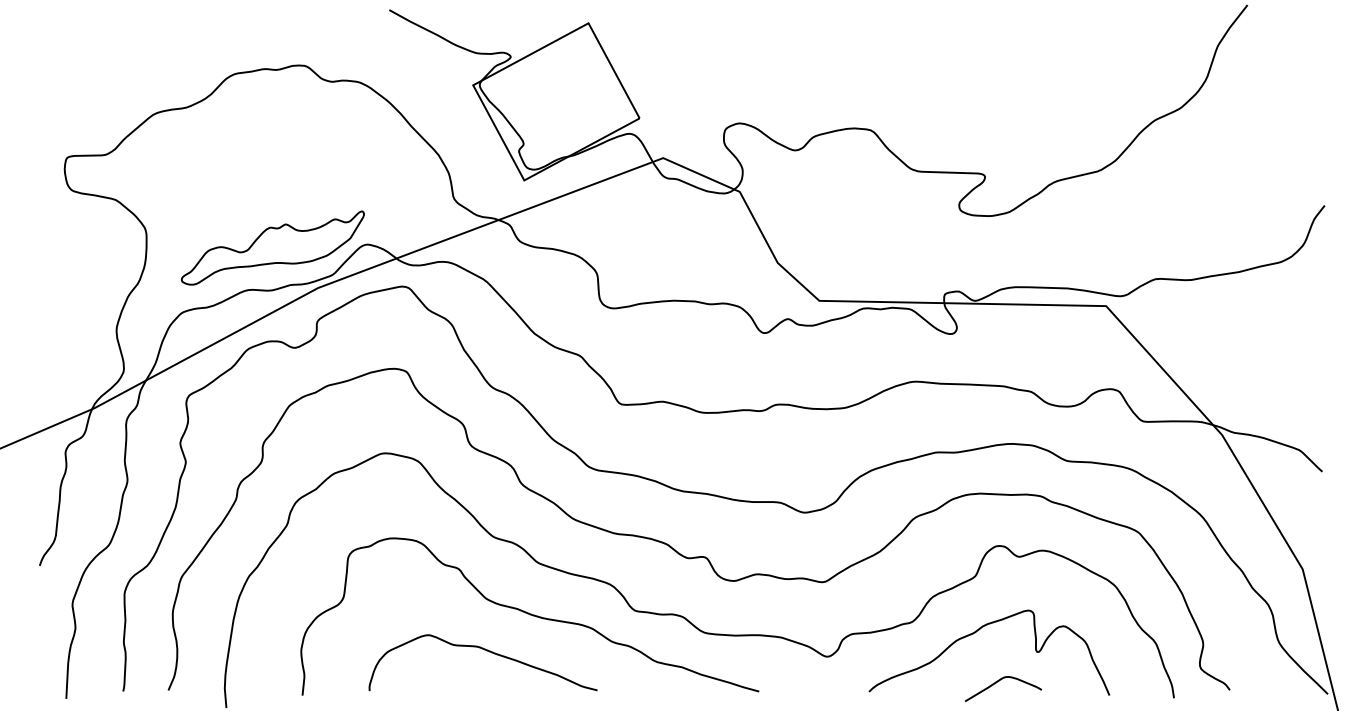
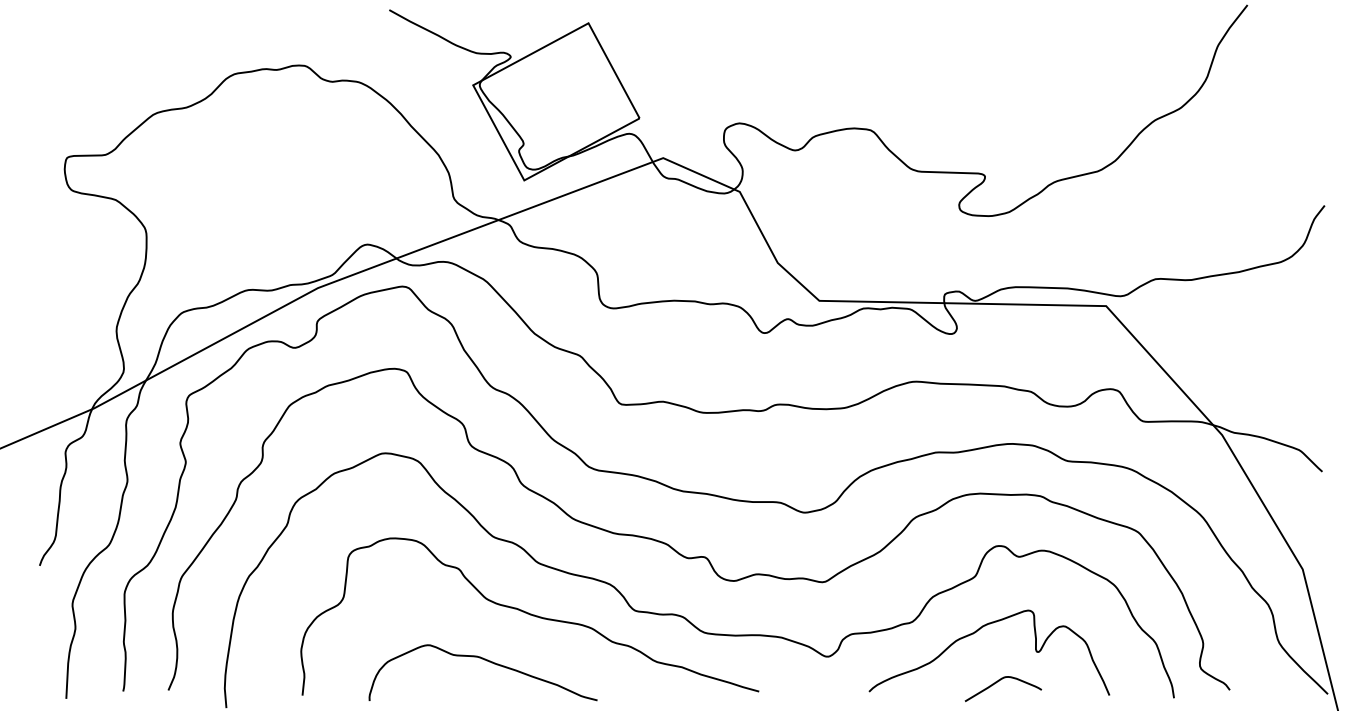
part at (272, 247): present -> none
curve at (486, 651) position: (486, 651) -> (486, 661)
